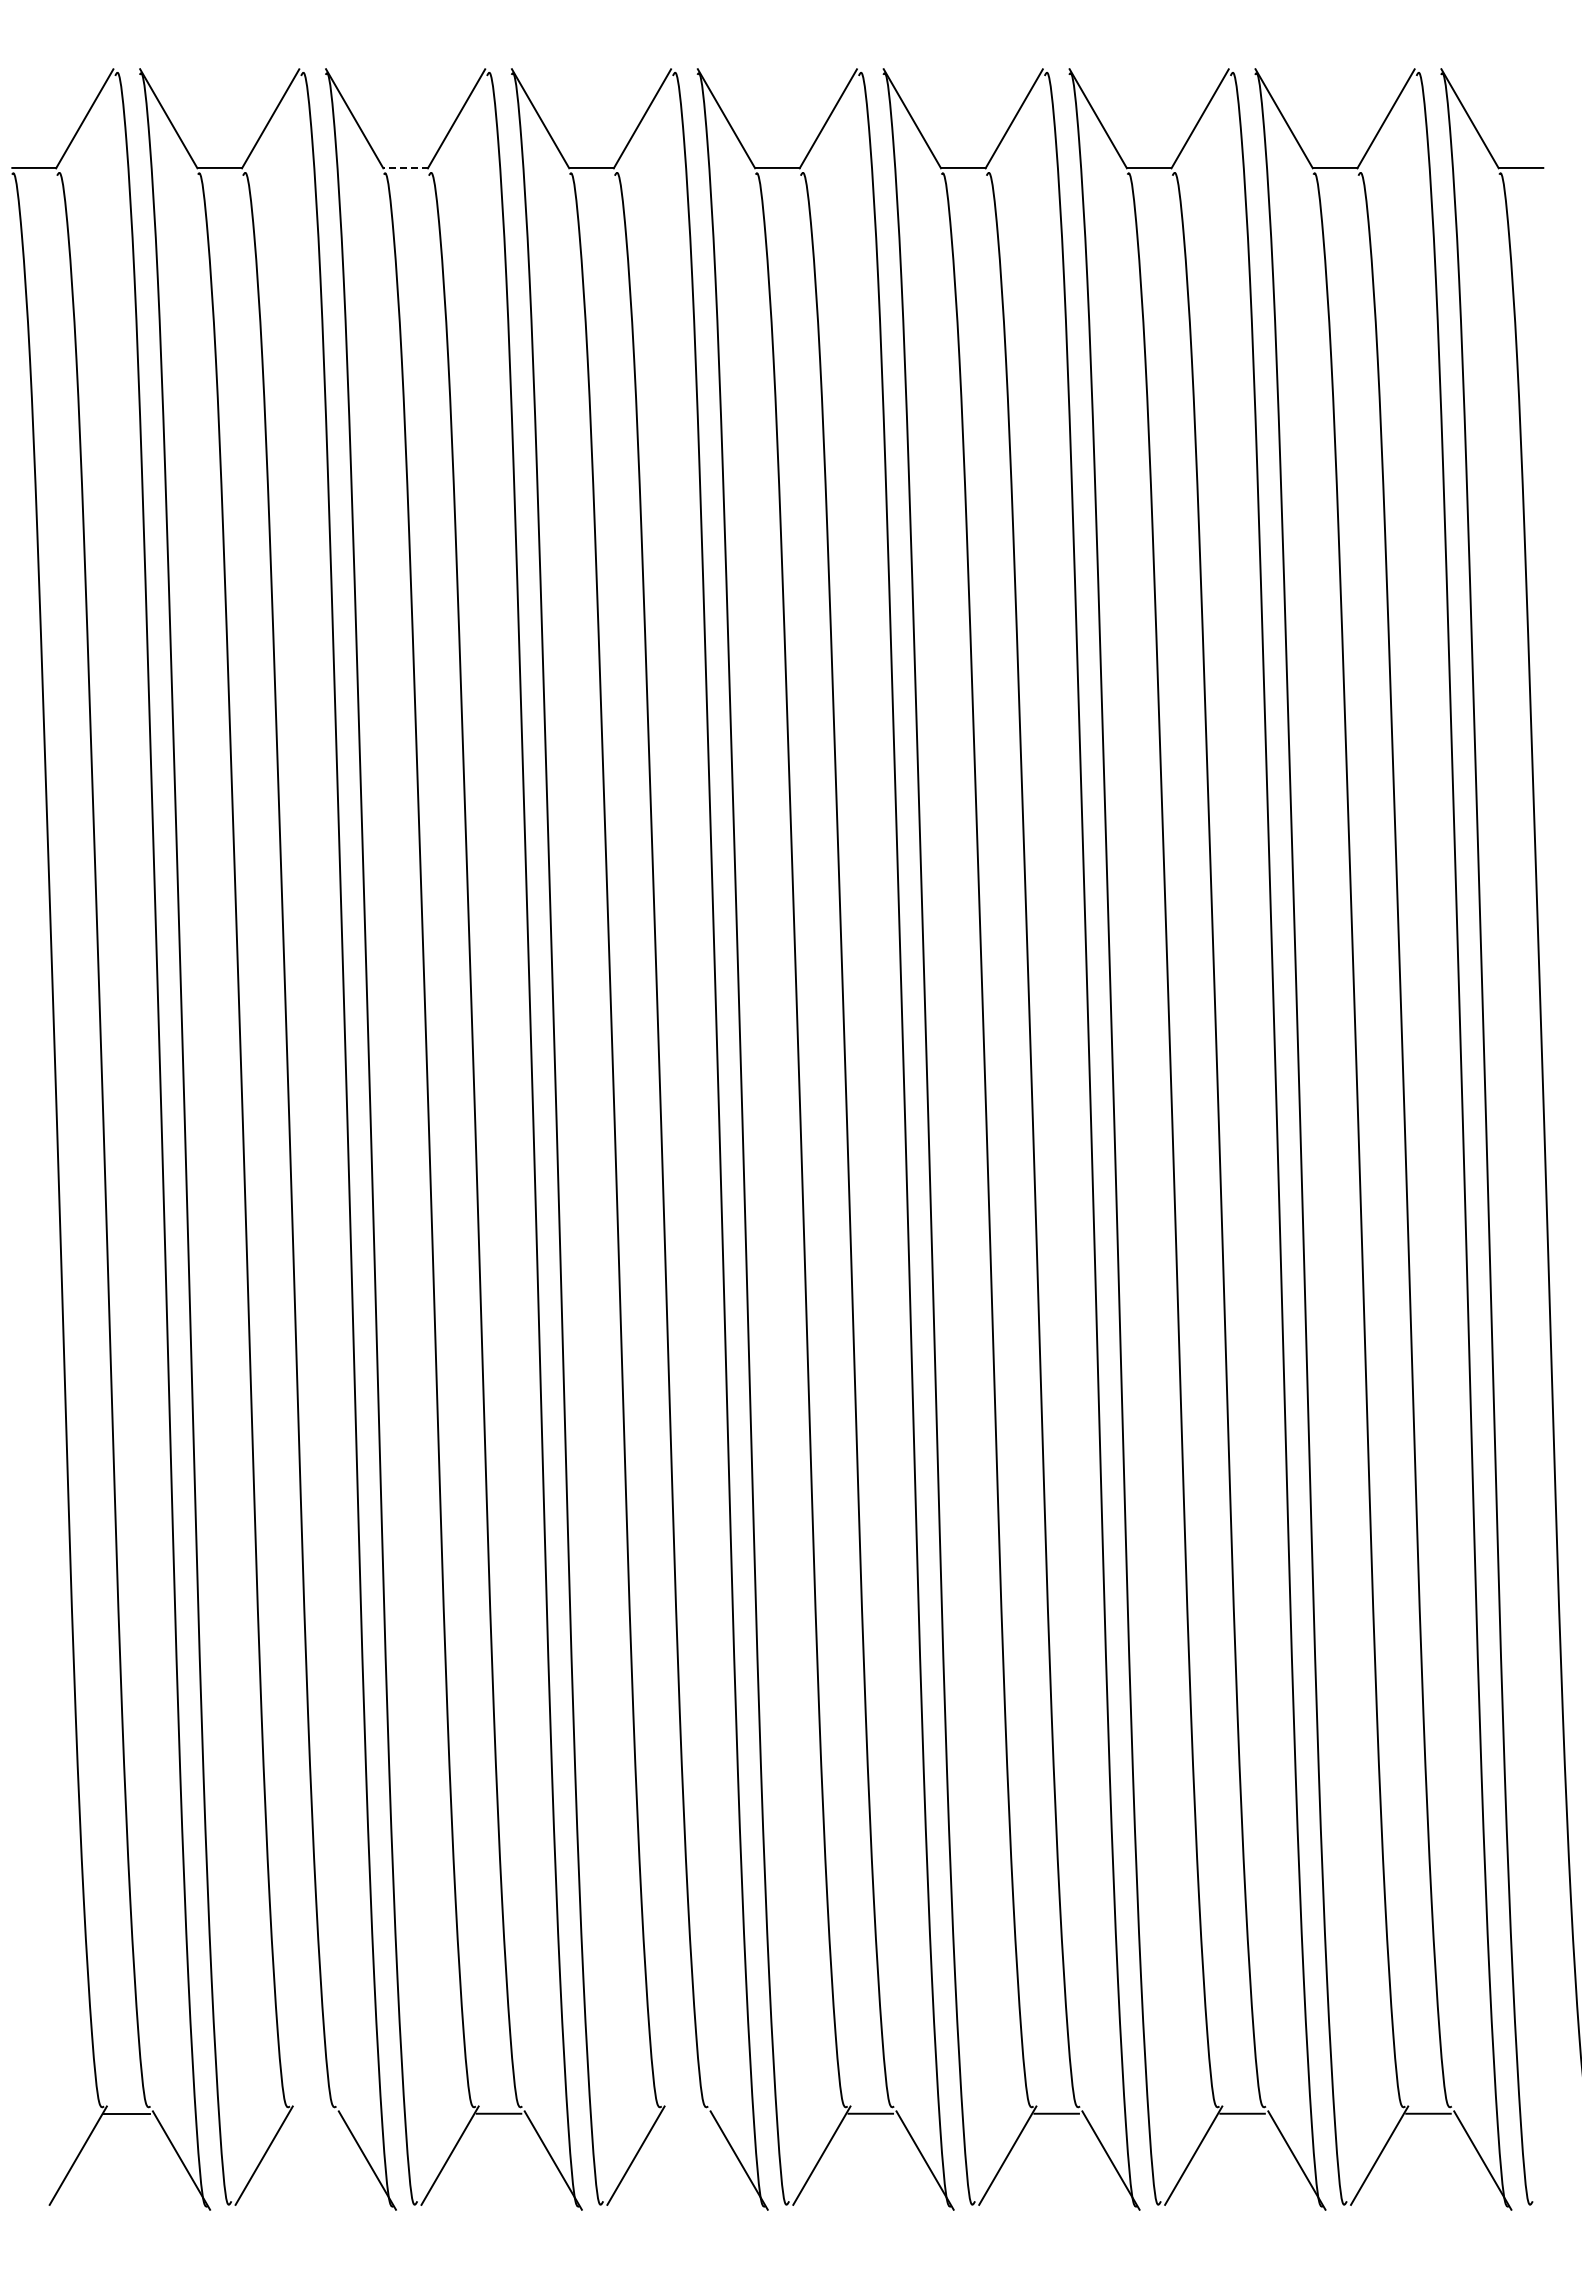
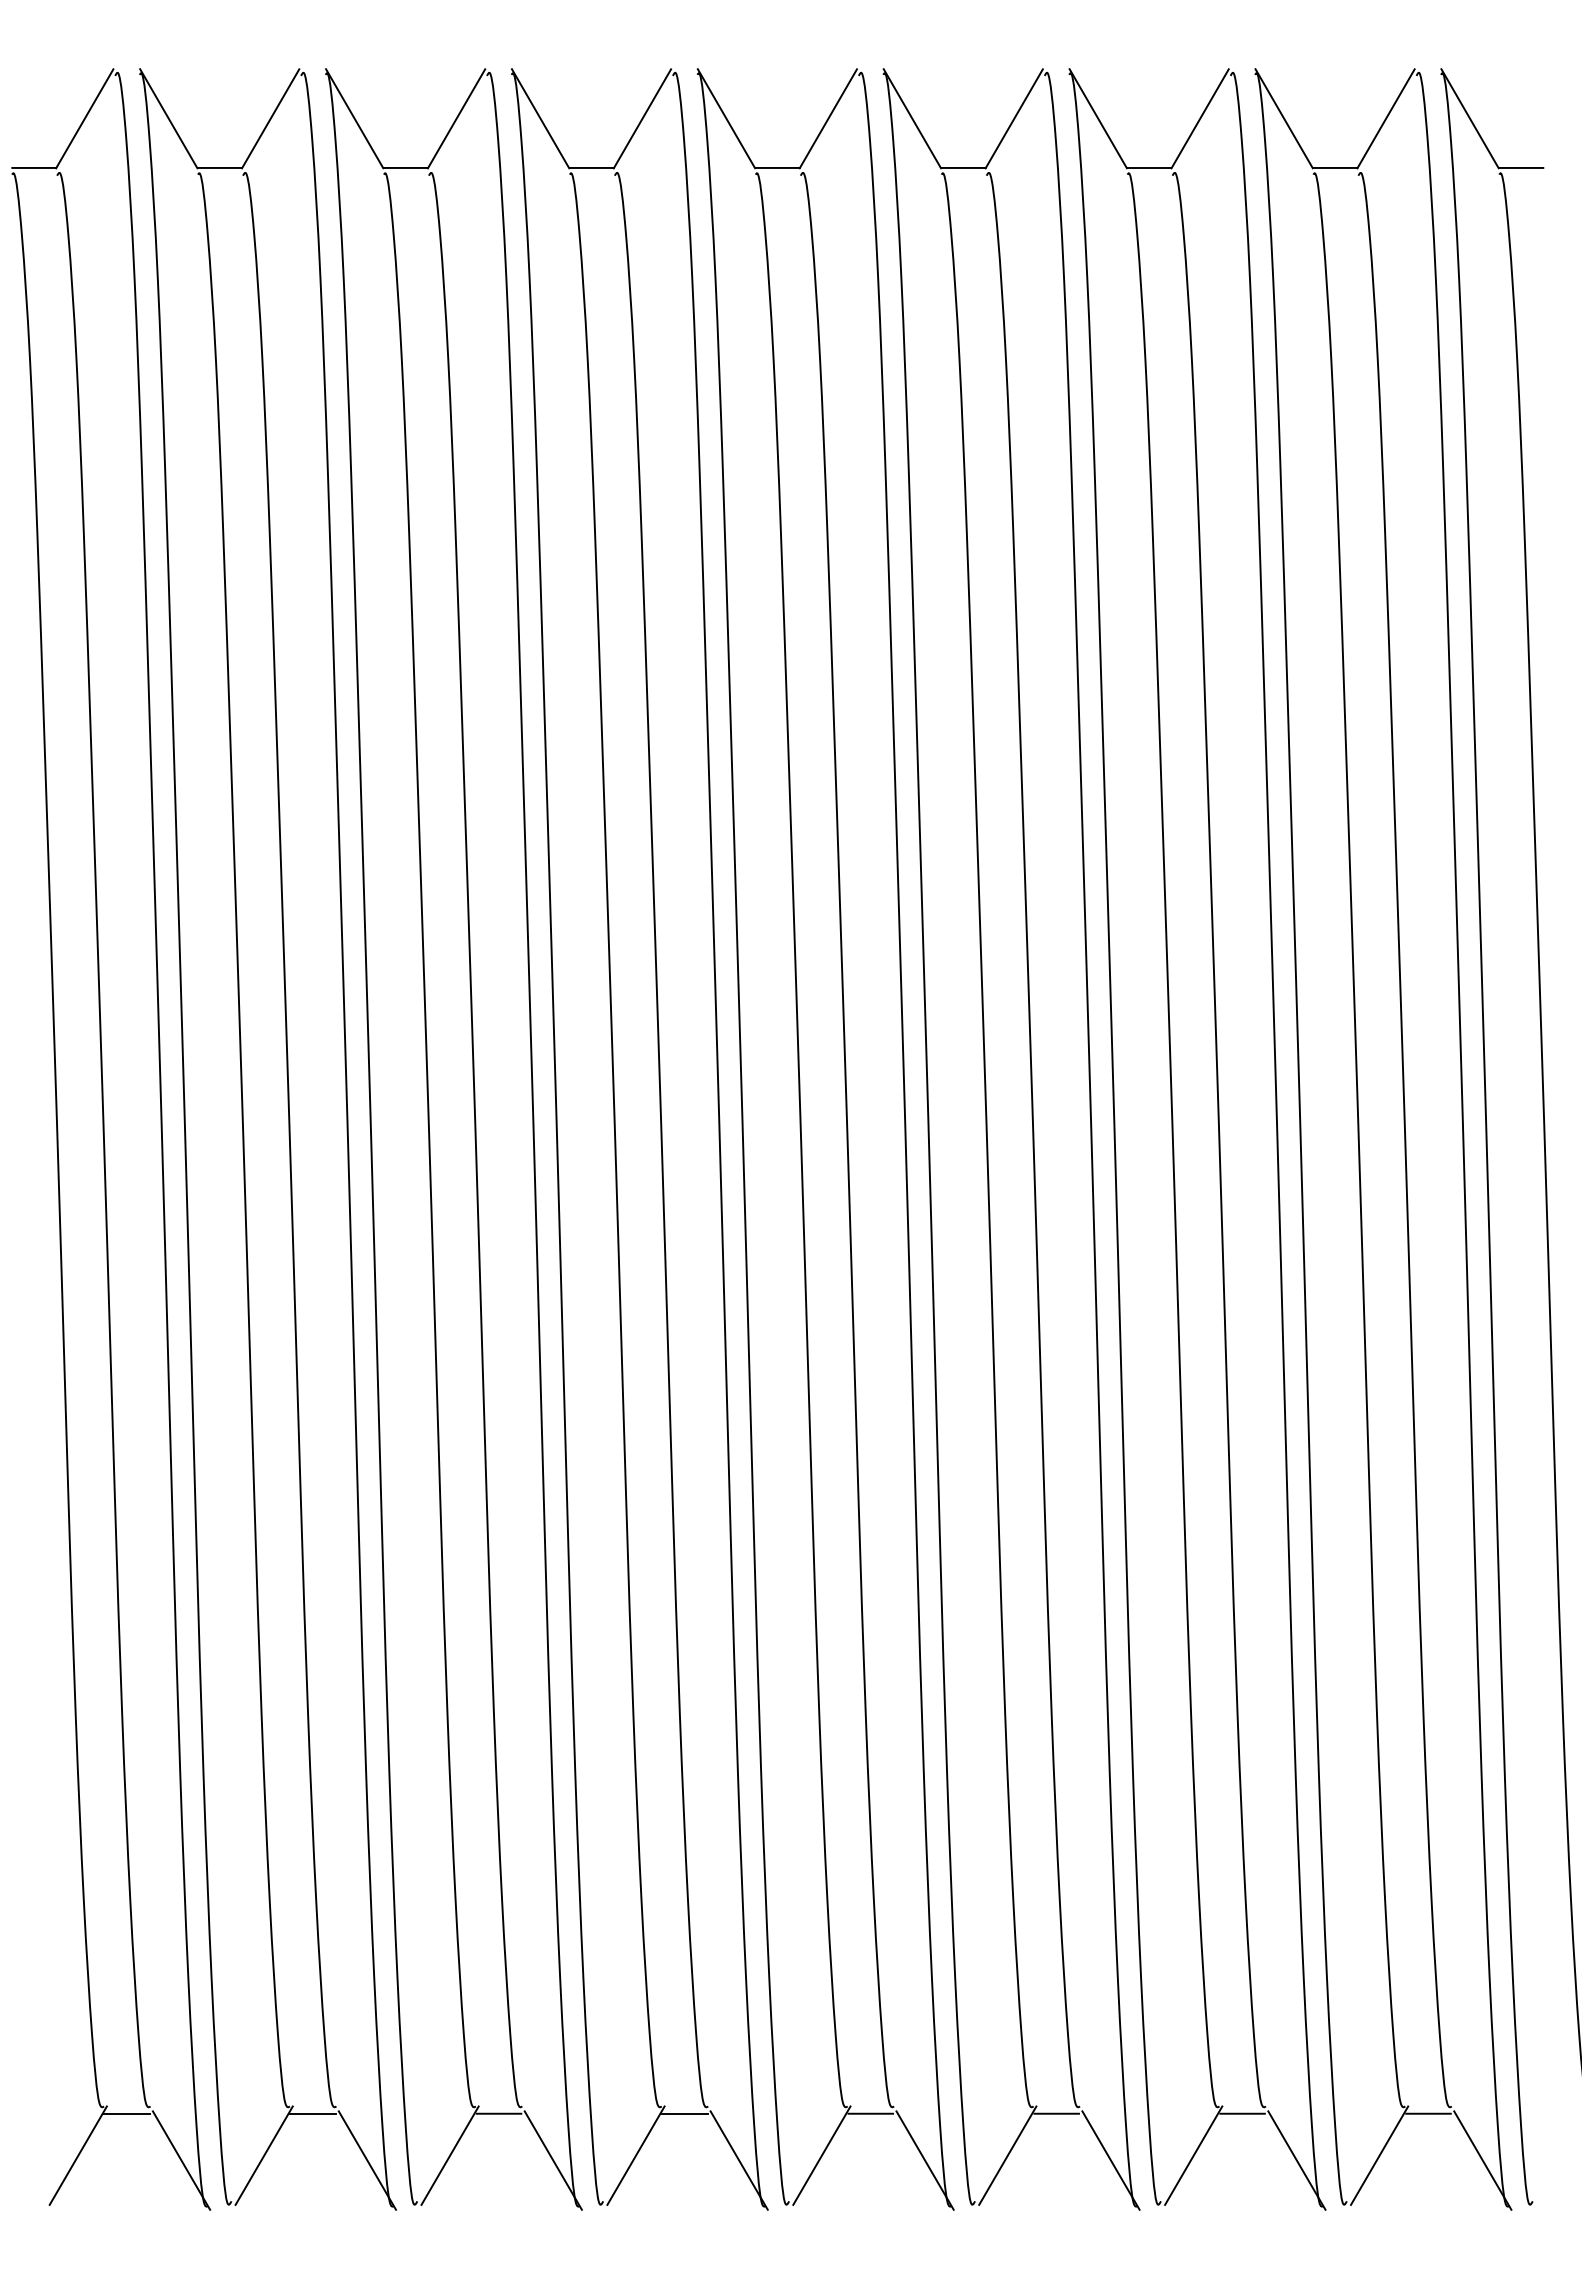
line at (405, 167): dashed -> solid
line at (312, 2113): none -> present
line at (684, 2113): none -> present
